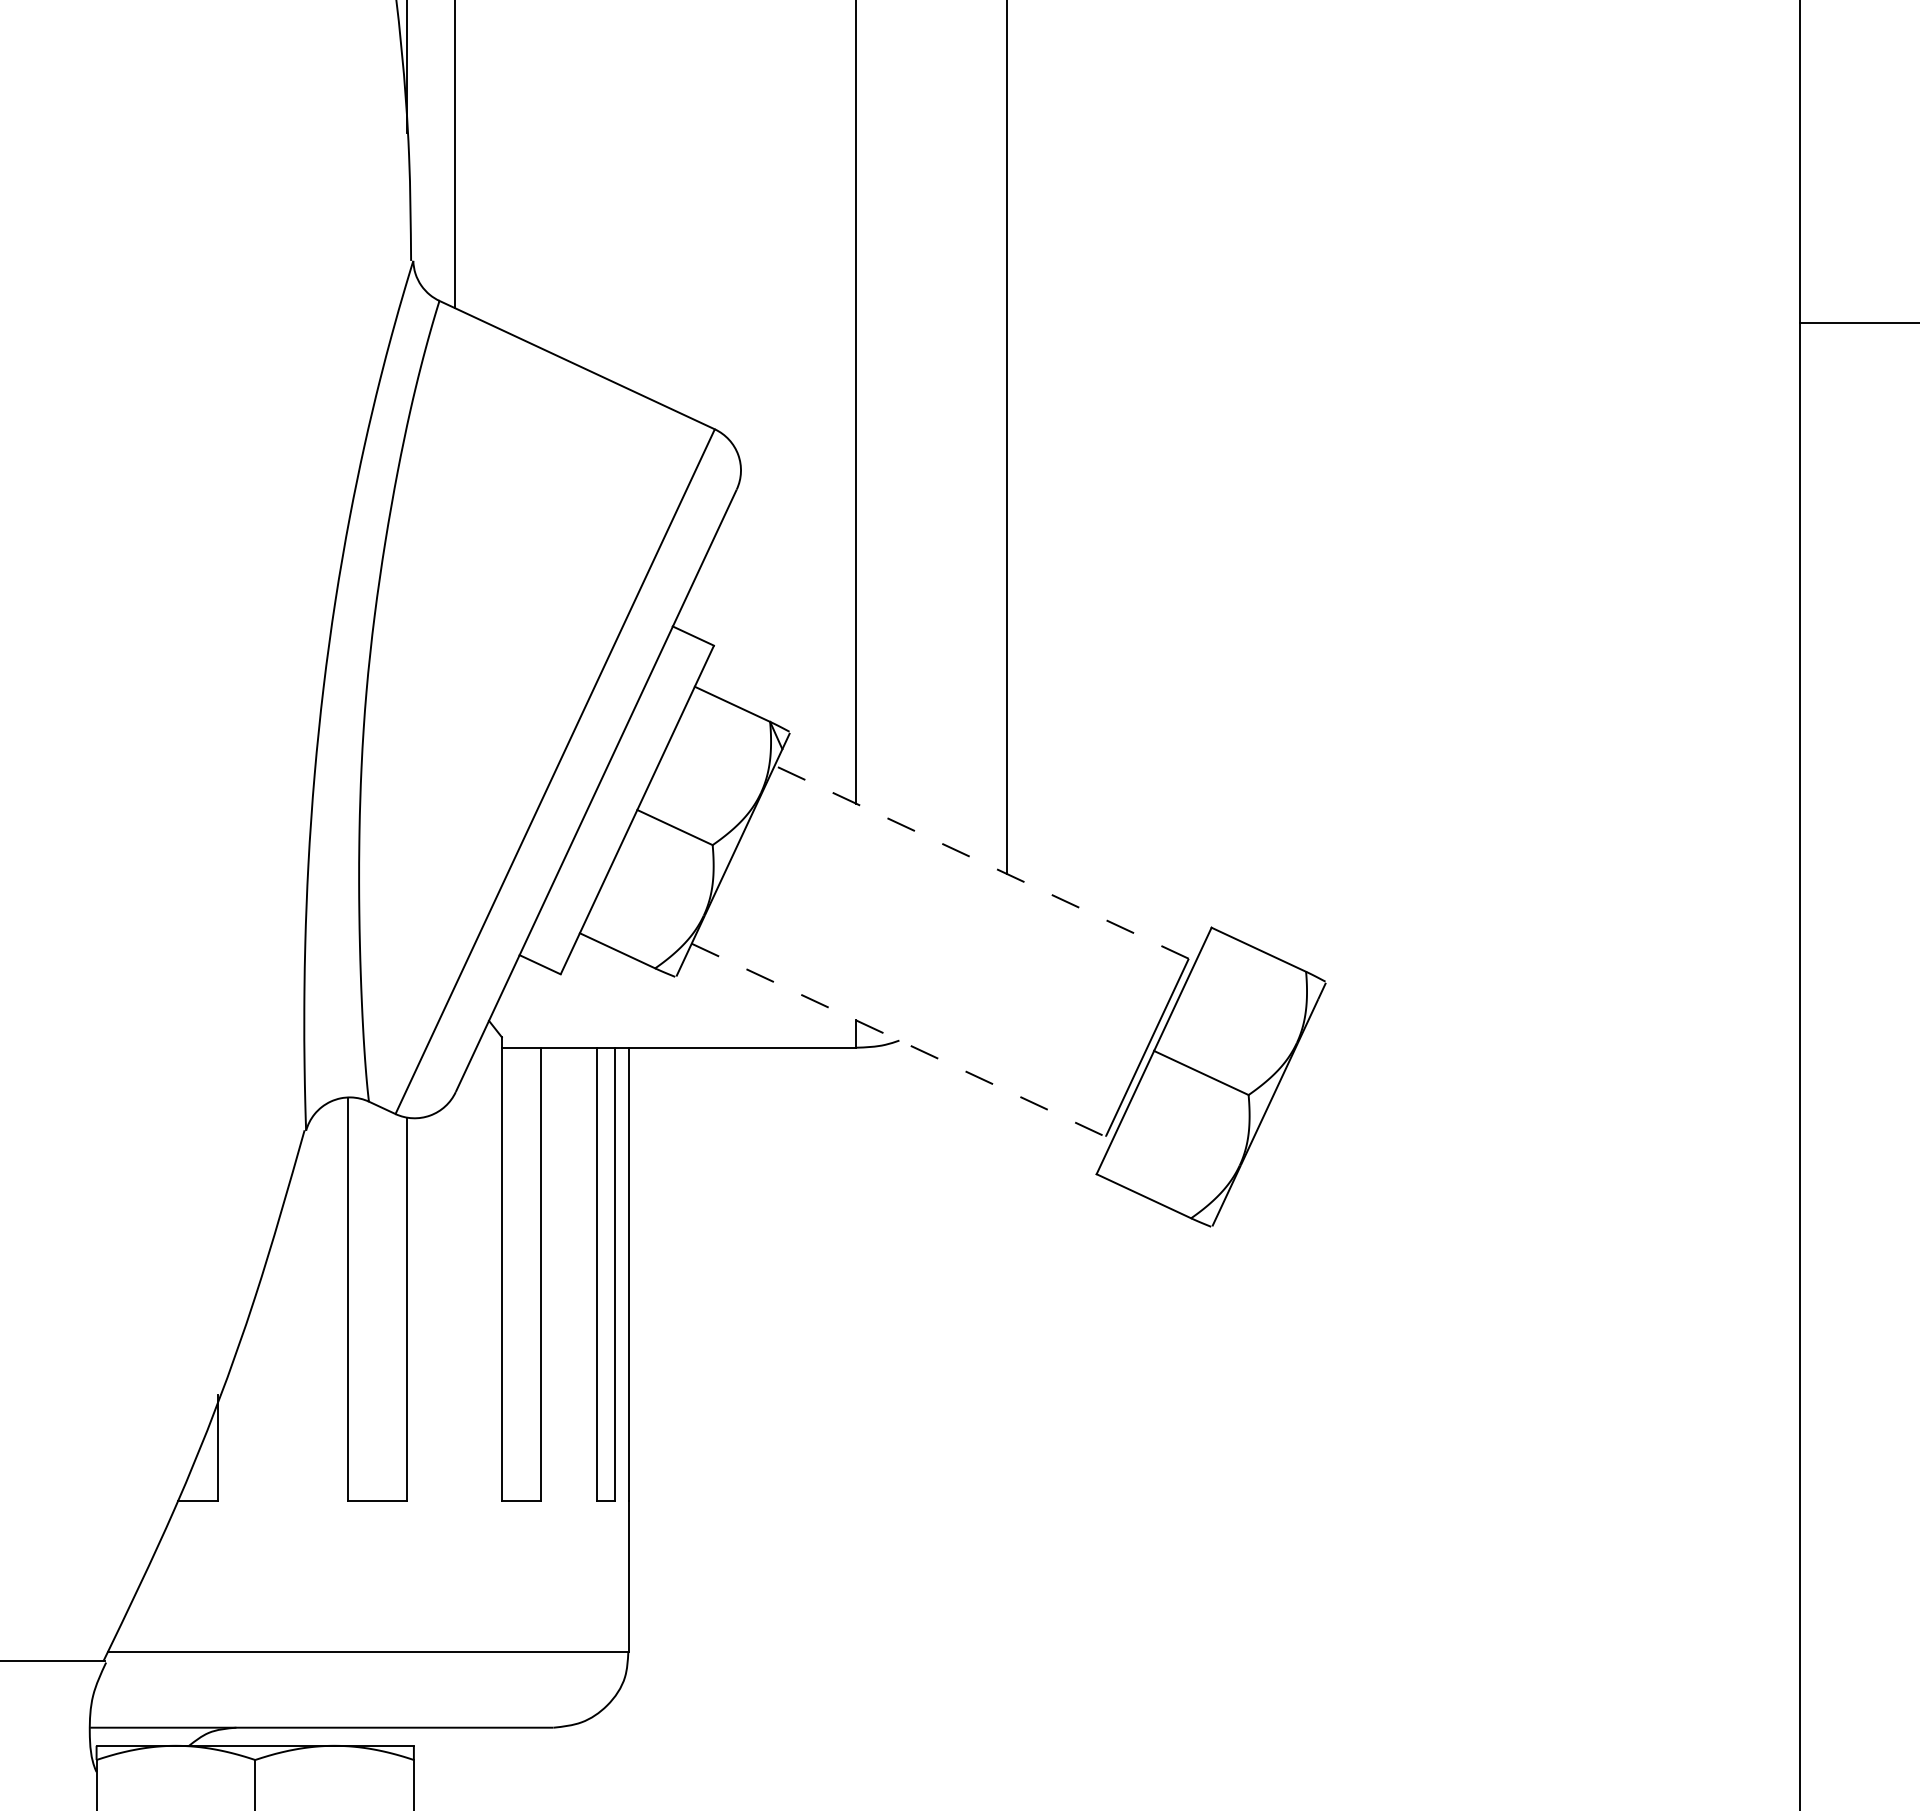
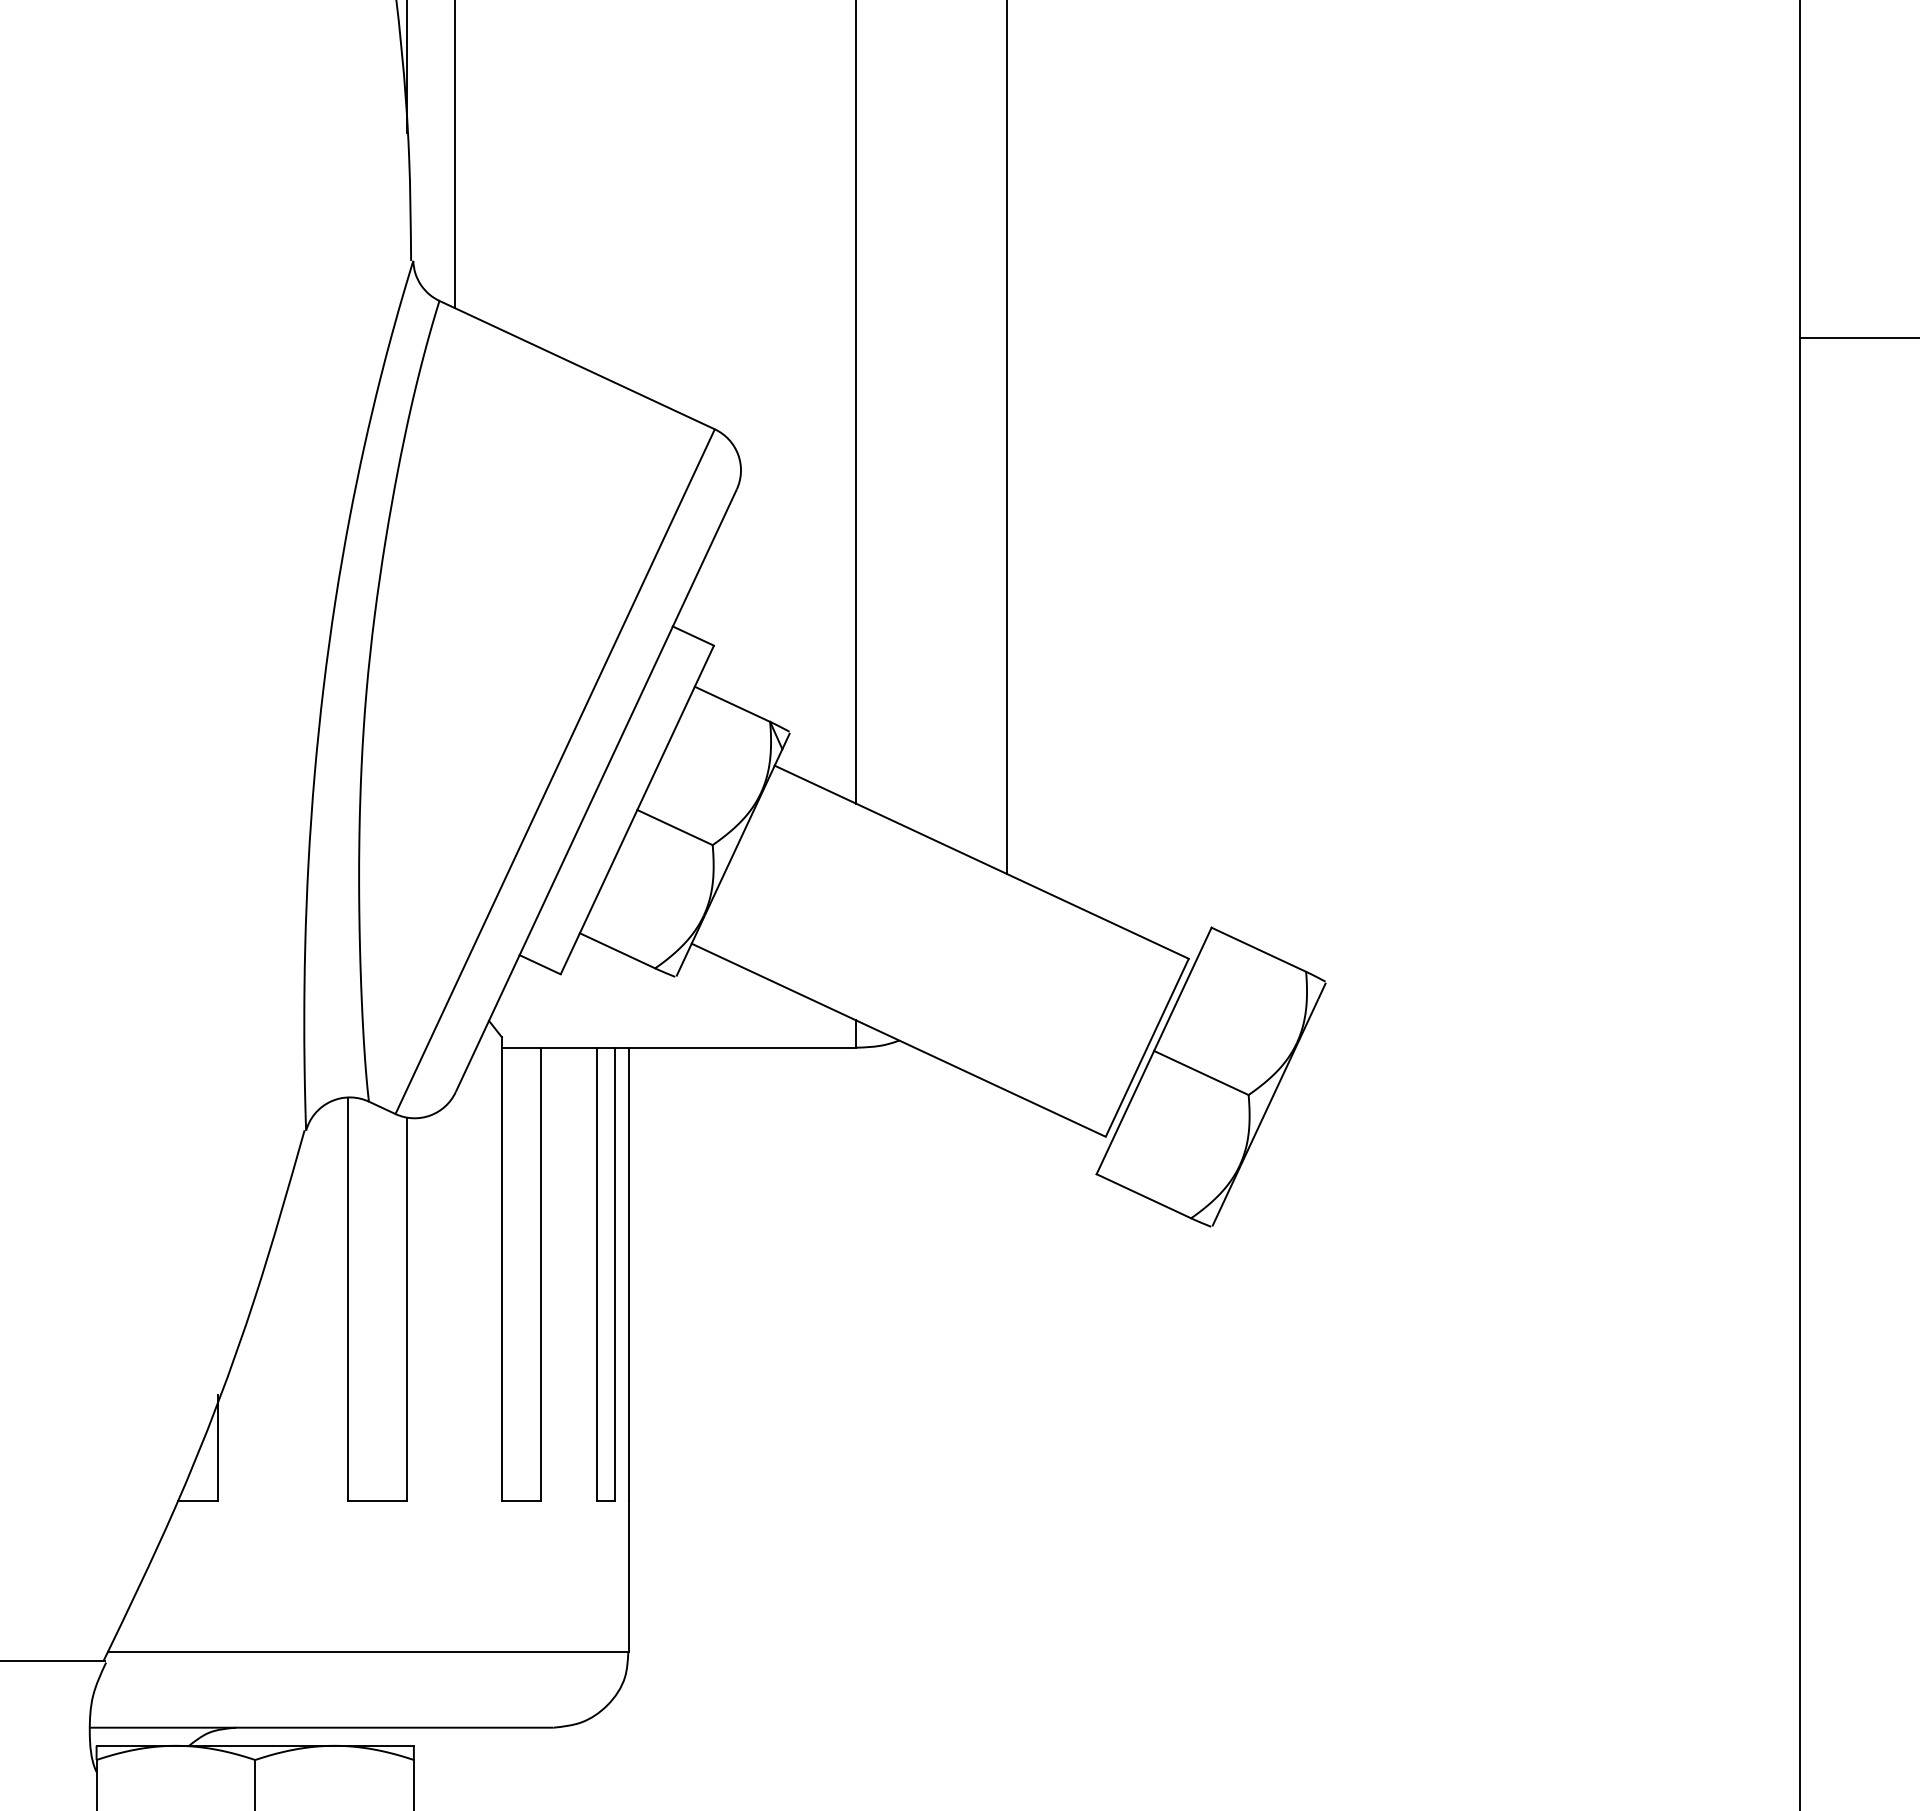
line at (1858, 322) position: (1858, 322) -> (1858, 337)
line at (981, 862): dashed -> solid
line at (899, 1040): dashed -> solid
